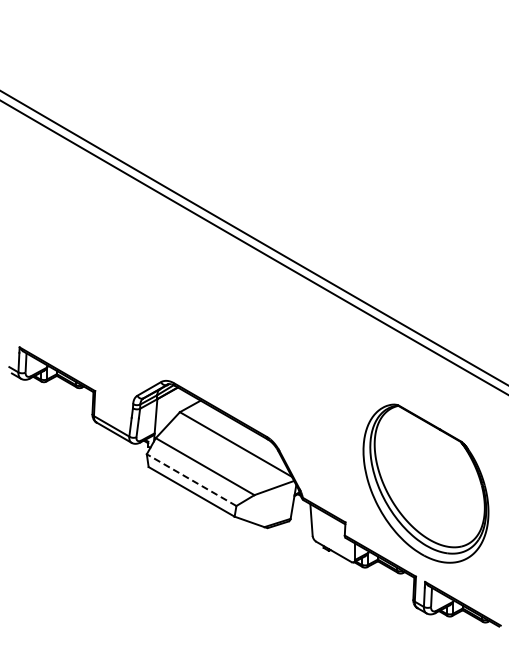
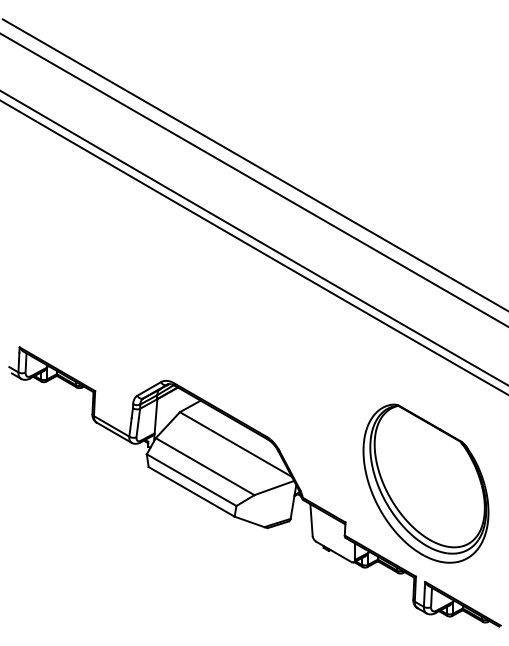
line at (253, 164): none -> present
line at (253, 179): none -> present
line at (191, 480): dashed -> solid
